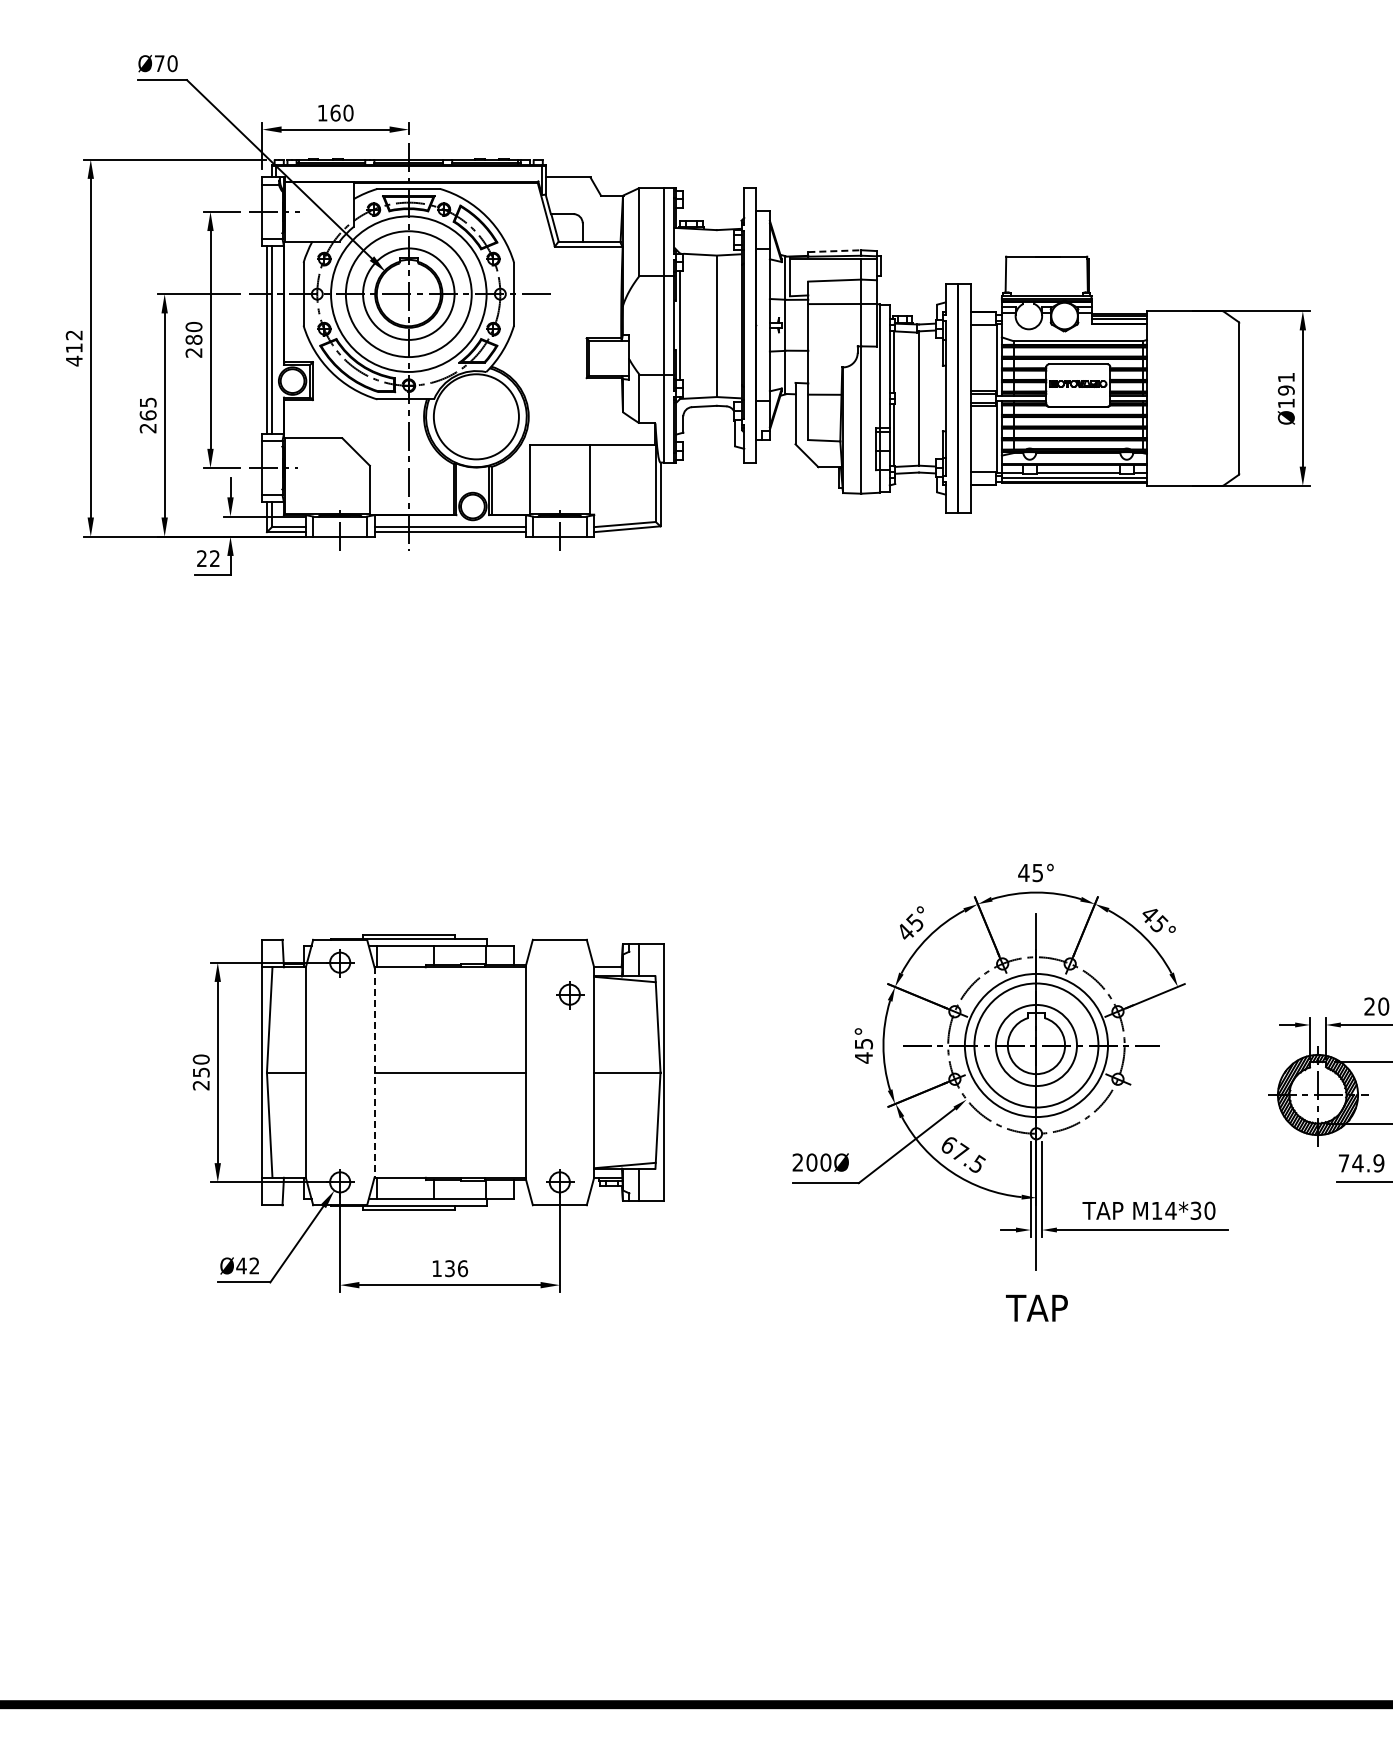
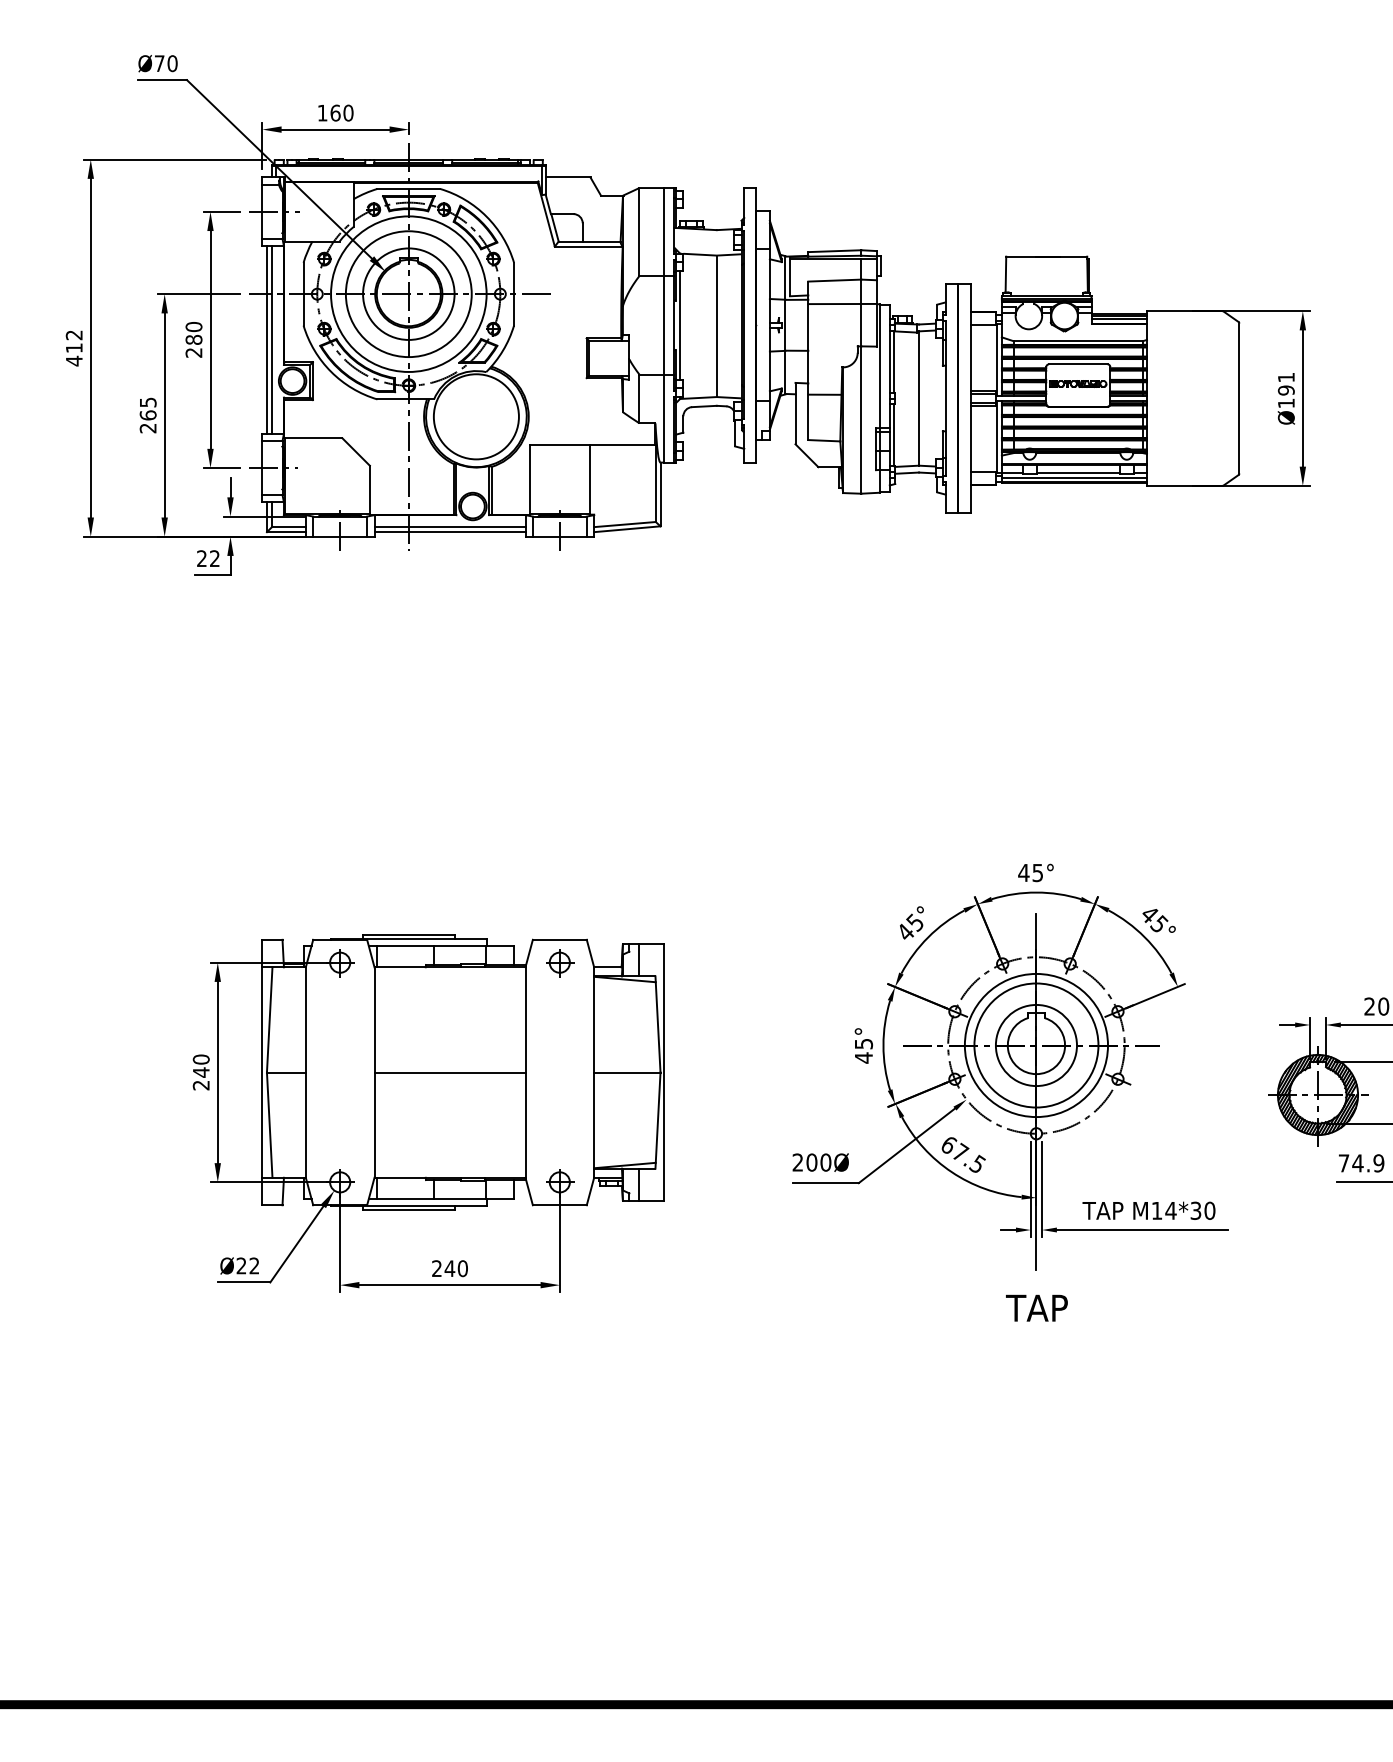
line at (834, 251): dashed -> solid
part at (570, 995) position: (570, 995) -> (560, 963)
text at (201, 1072): 250 -> 240
line at (374, 1073): dashed -> solid
text at (241, 1265): Ø42 -> Ø22
text at (450, 1268): 136 -> 240
